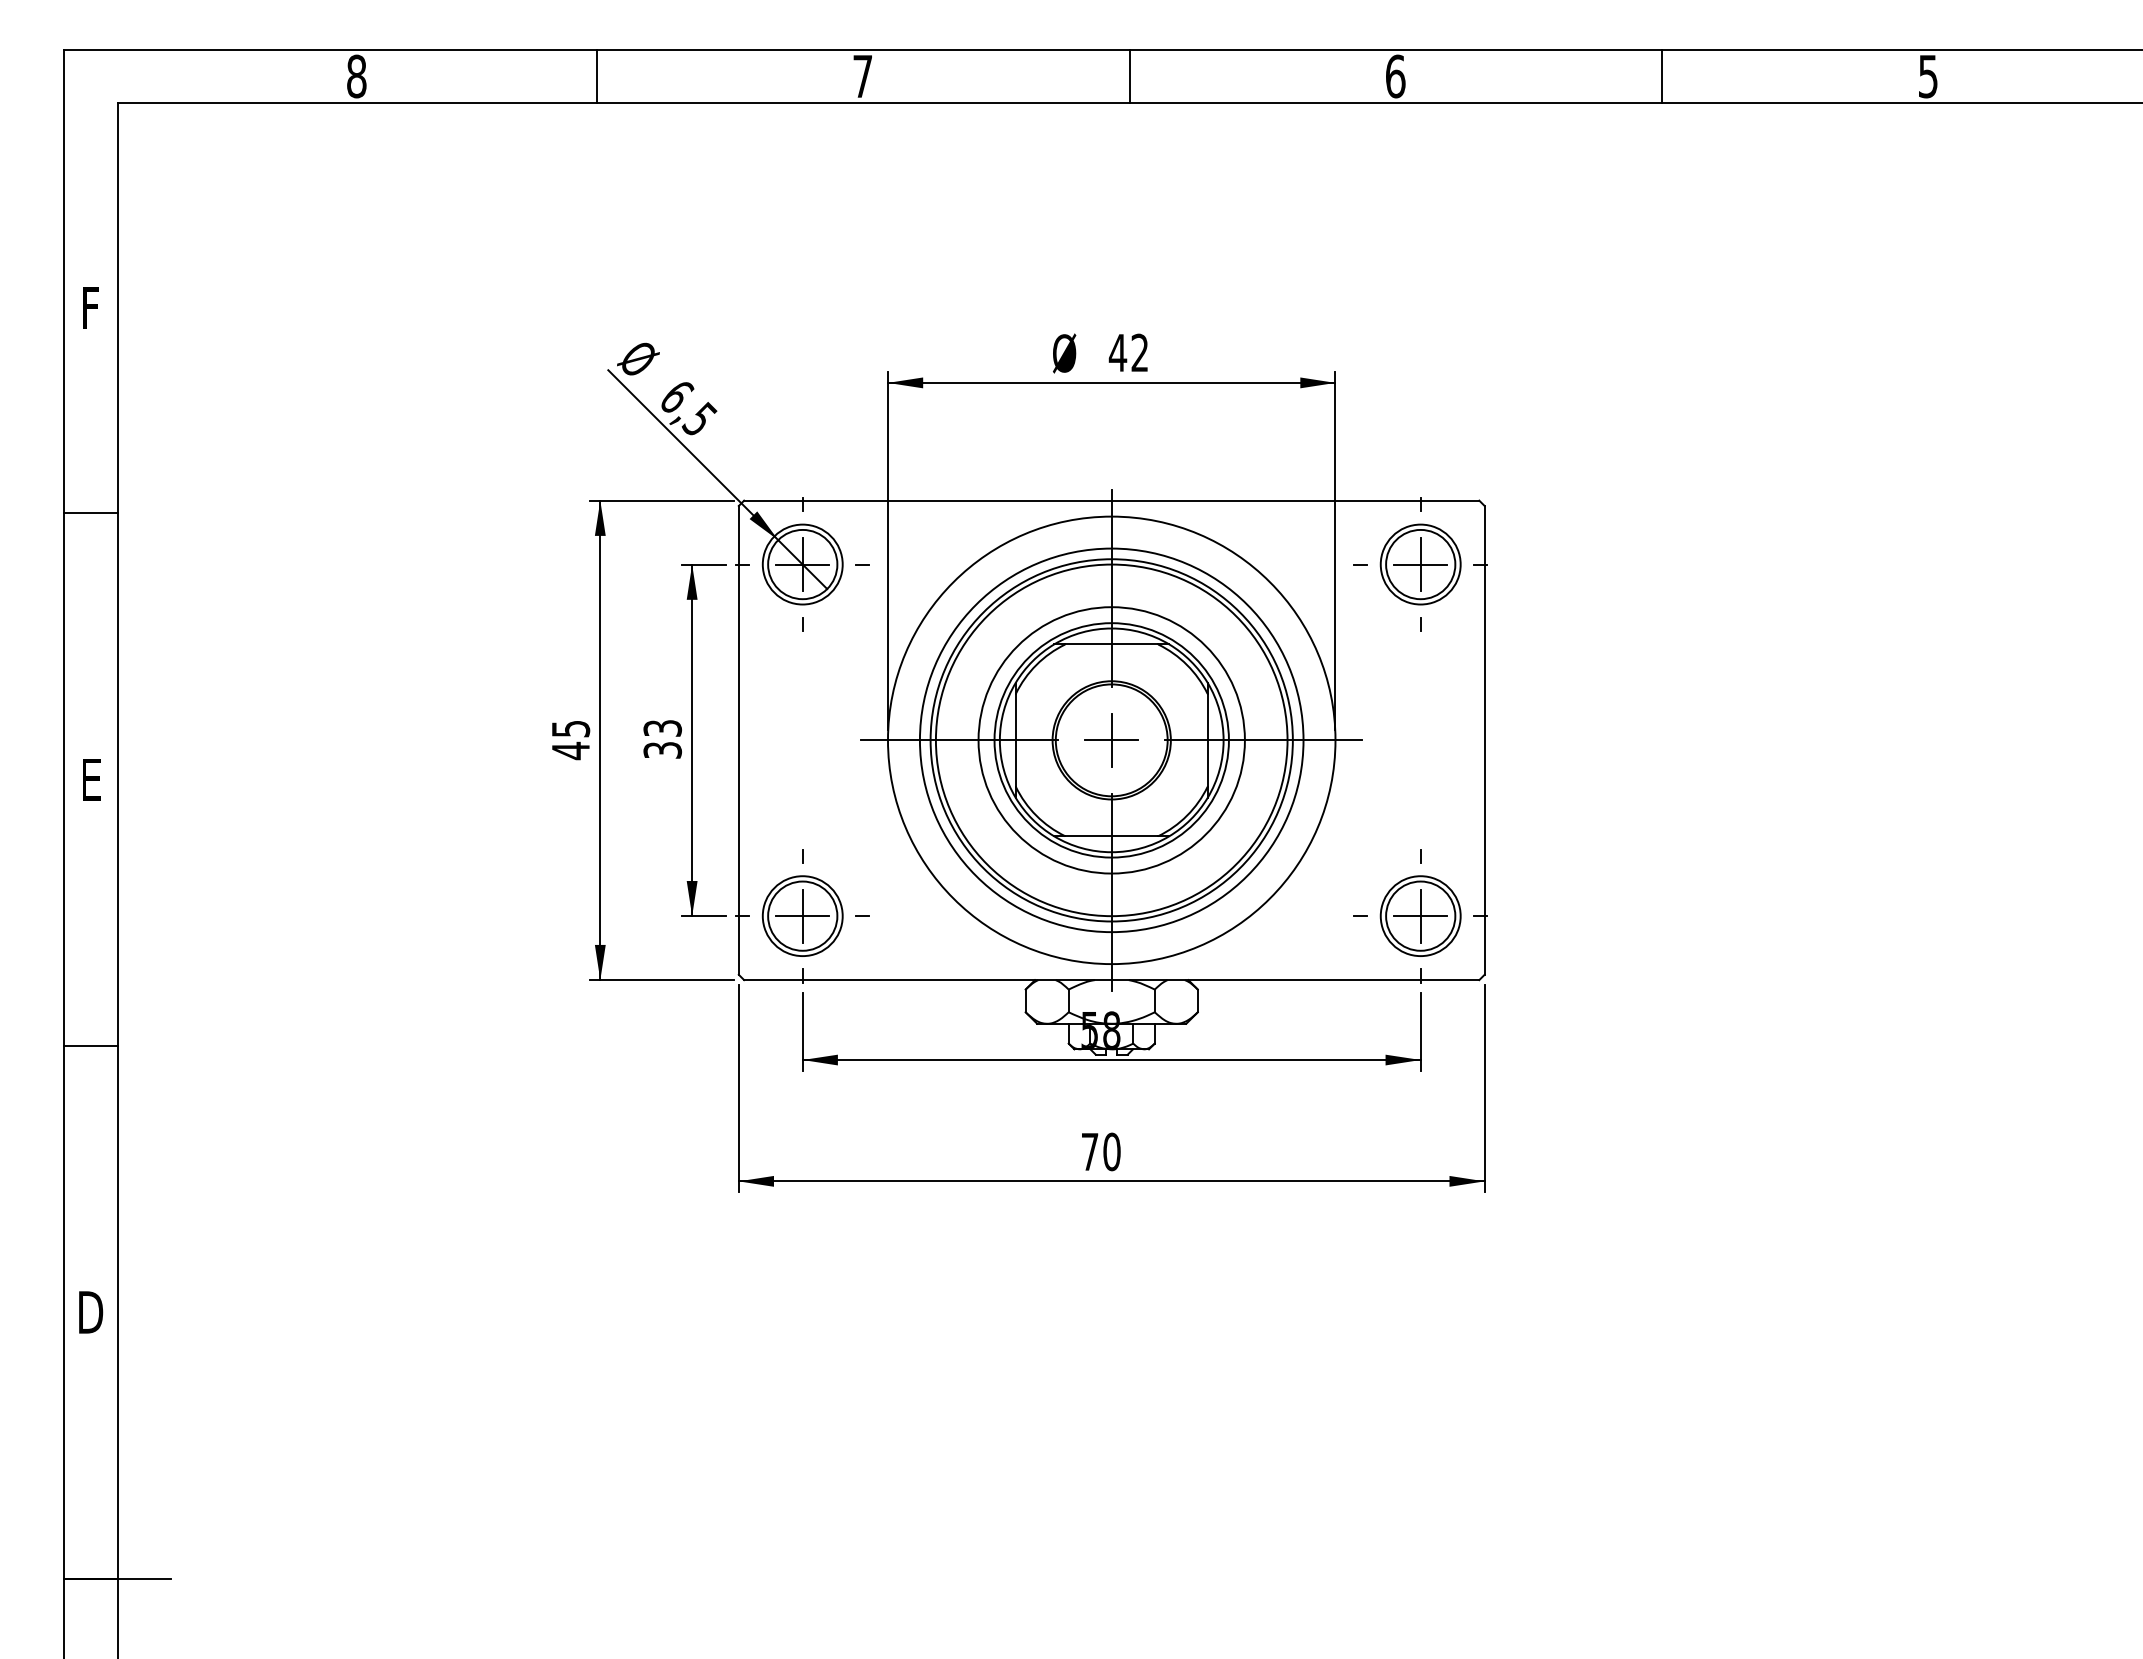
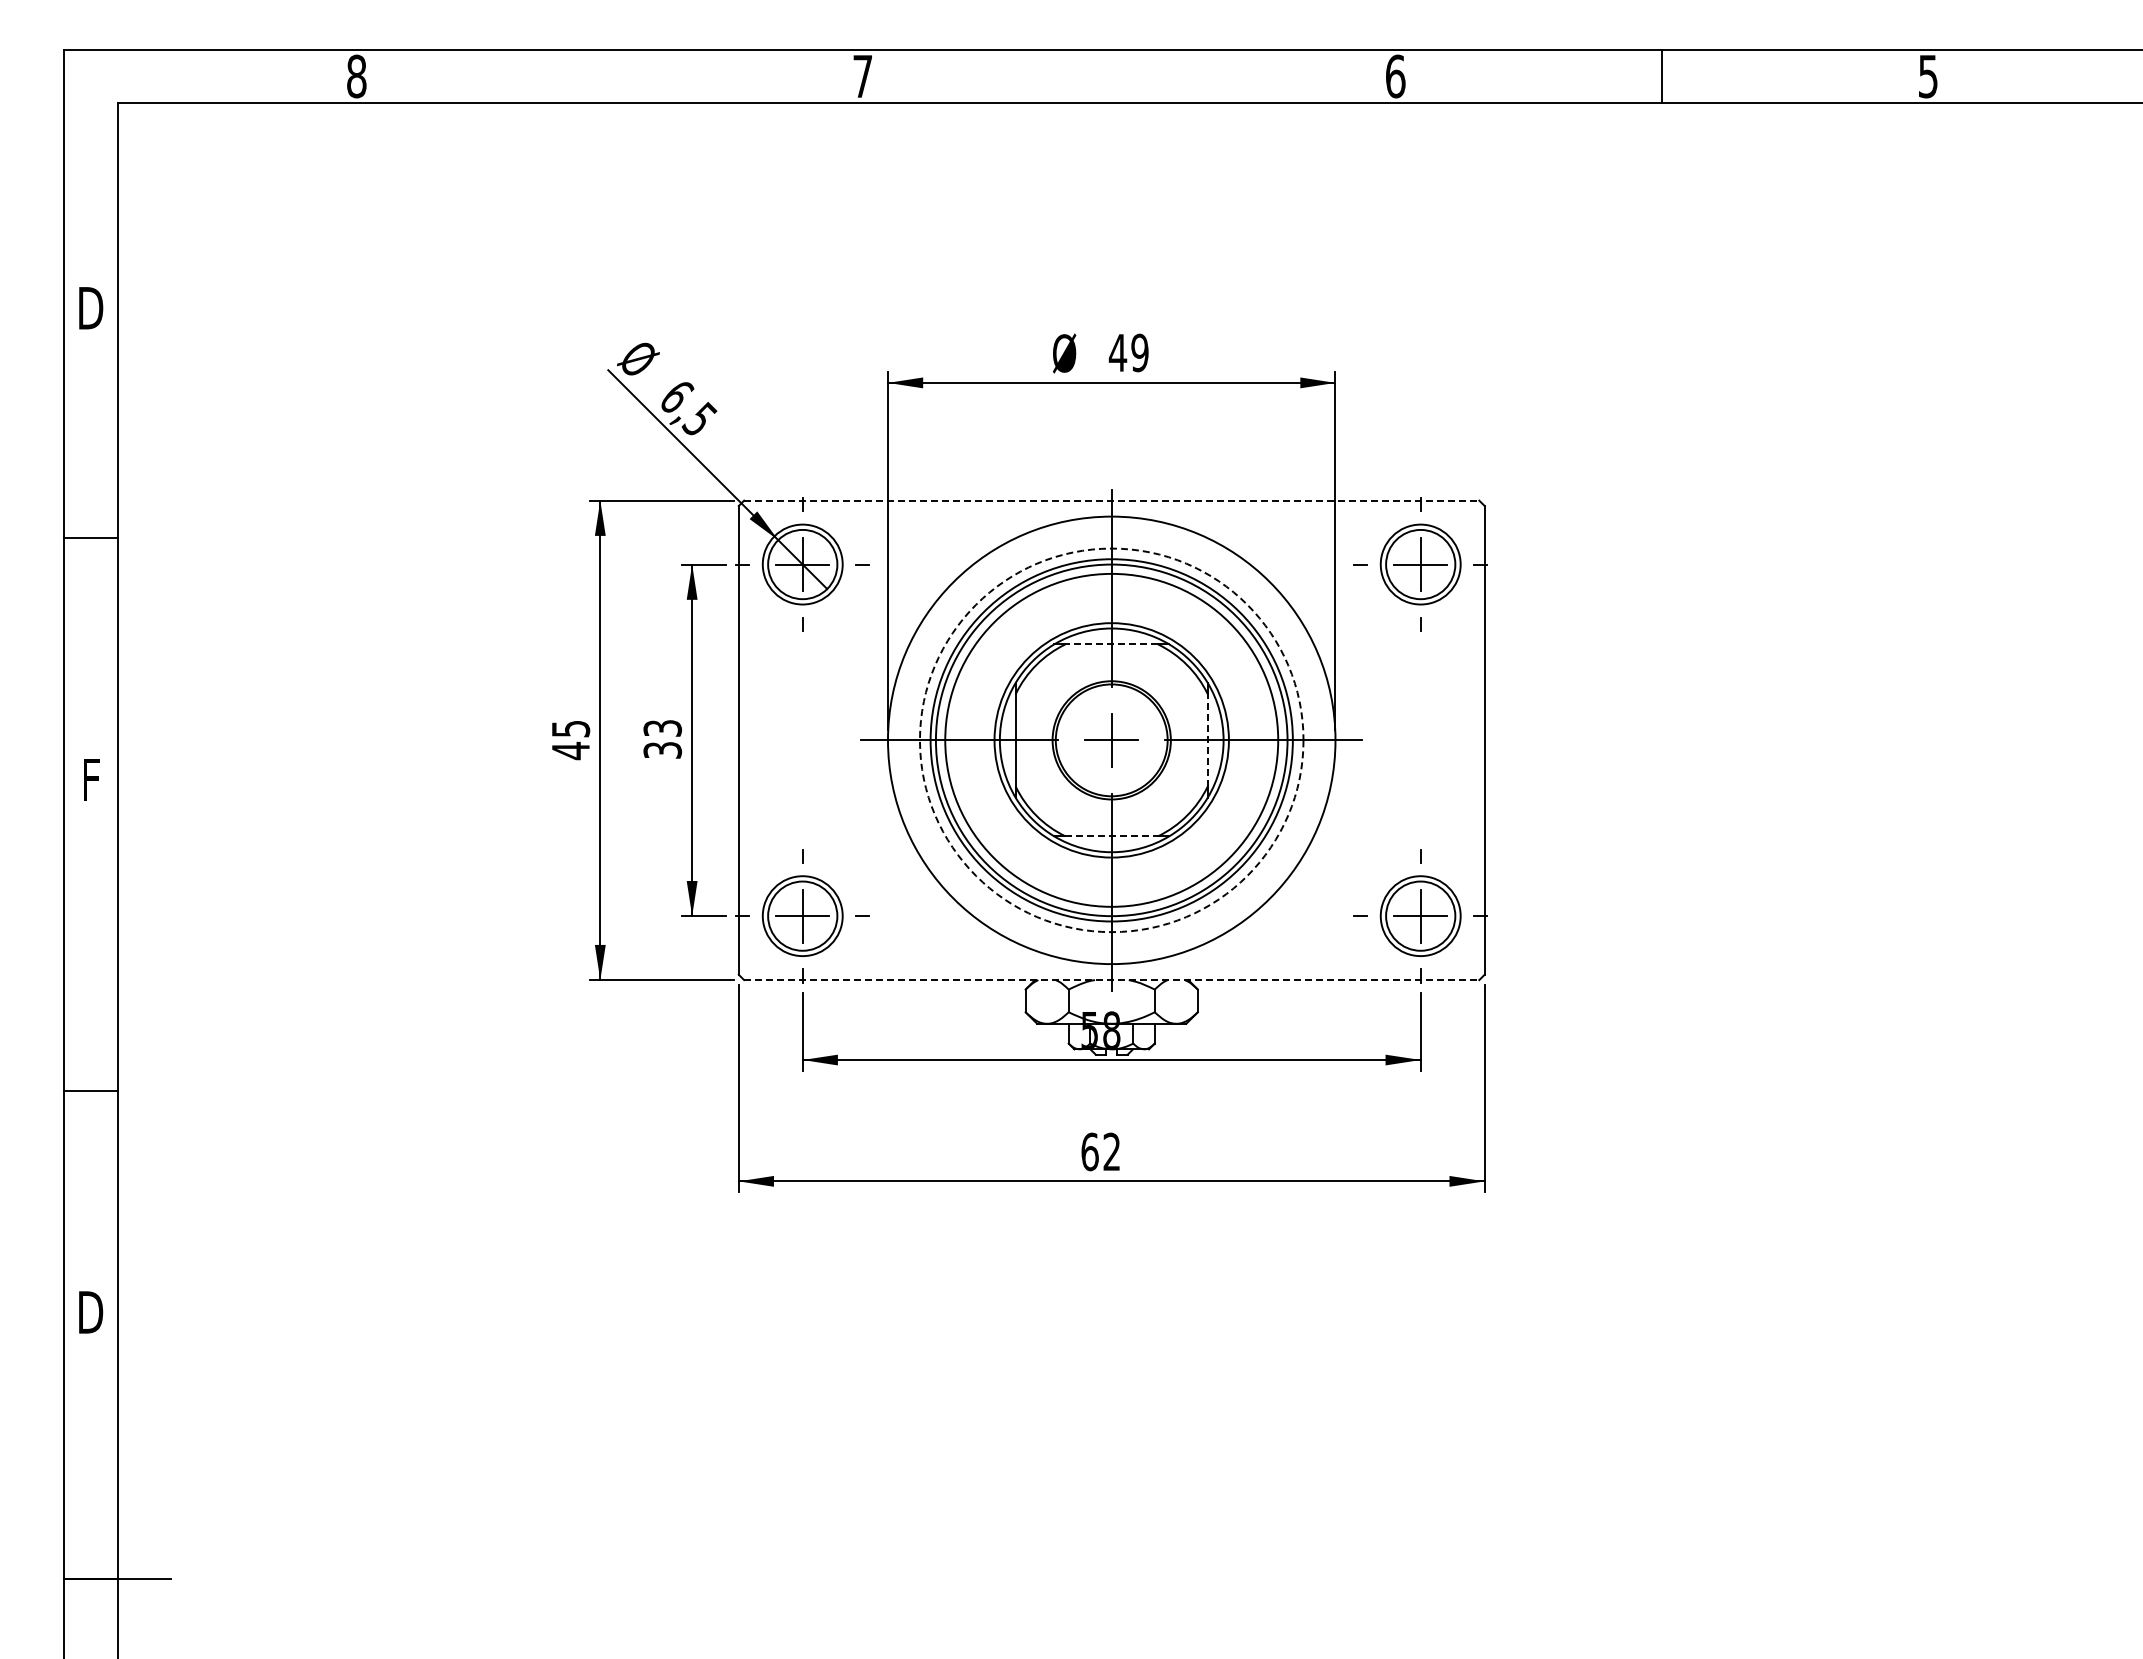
line at (597, 76): present -> none
line at (1129, 76): present -> none
text at (91, 308): F -> D
text at (1139, 352): 42 -> 49
line at (1111, 500): solid -> dashed
line at (90, 513) position: (90, 513) -> (90, 538)
line at (1111, 644): solid -> dashed
line at (1207, 739): solid -> dashed
circle at (1111, 740) diameter: 266 px -> 333 px
circle at (1111, 740): solid -> dashed
text at (91, 779): E -> F
line at (1112, 836): solid -> dashed
line at (1111, 980): solid -> dashed
line at (90, 1045) position: (90, 1045) -> (90, 1090)
text at (1100, 1151): 70 -> 62
